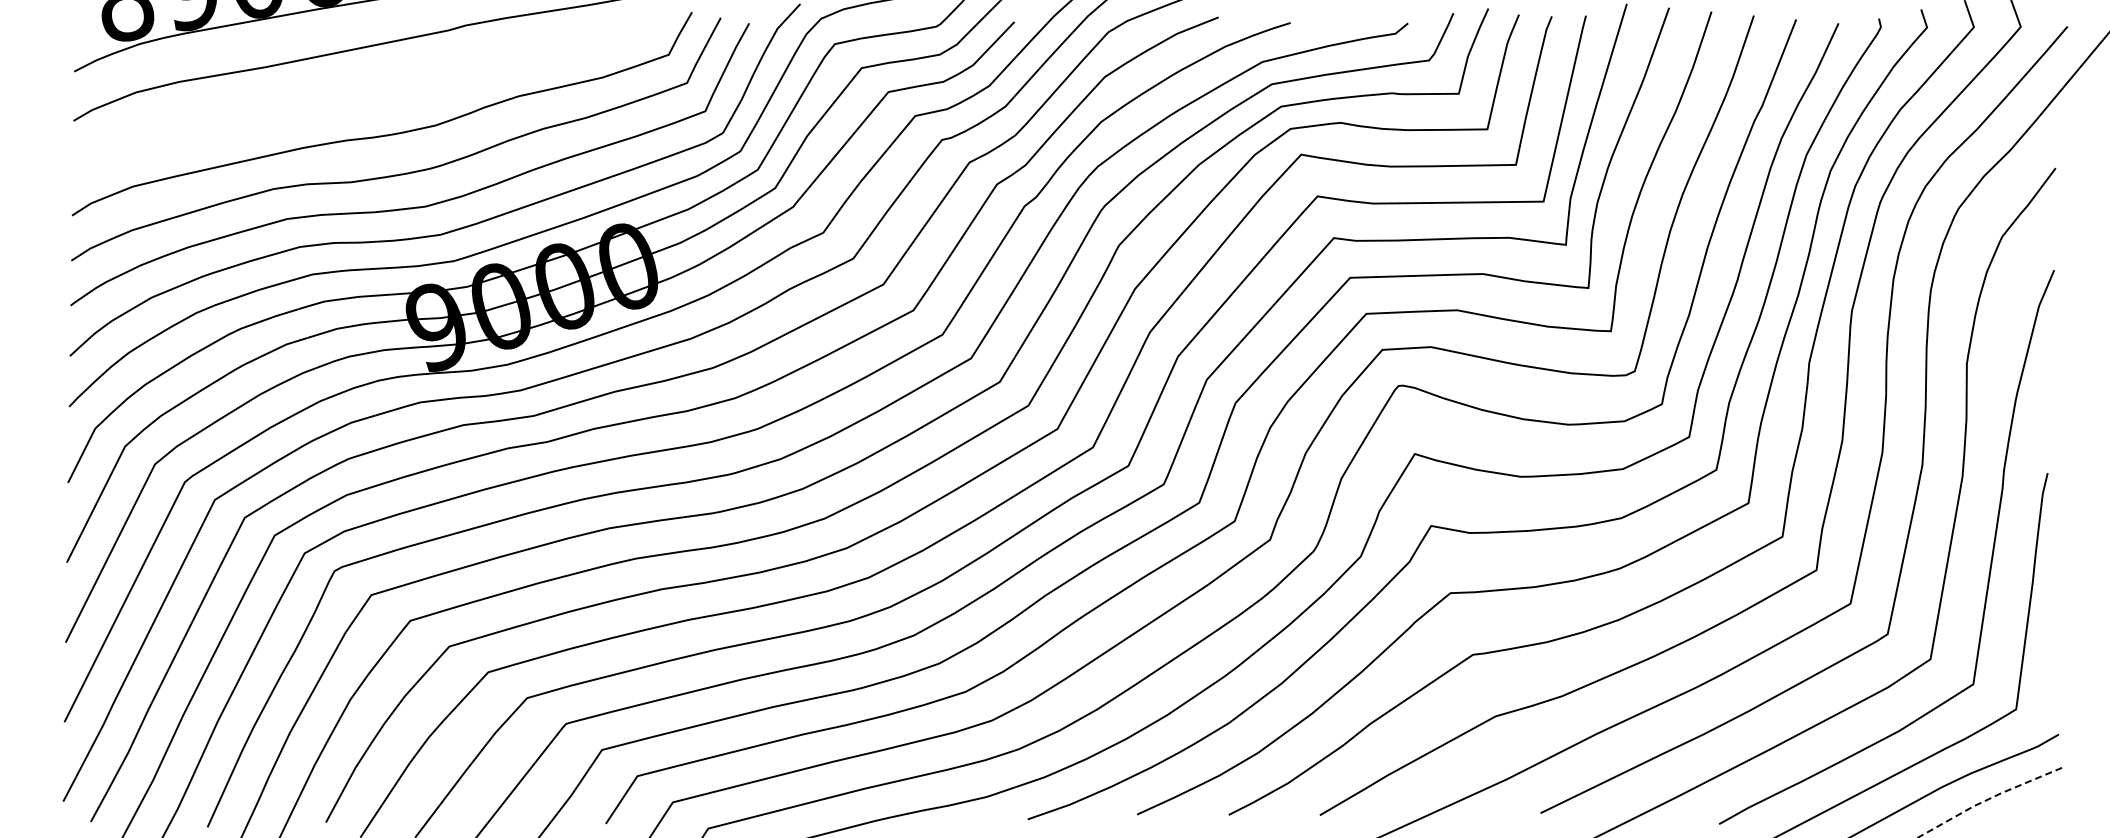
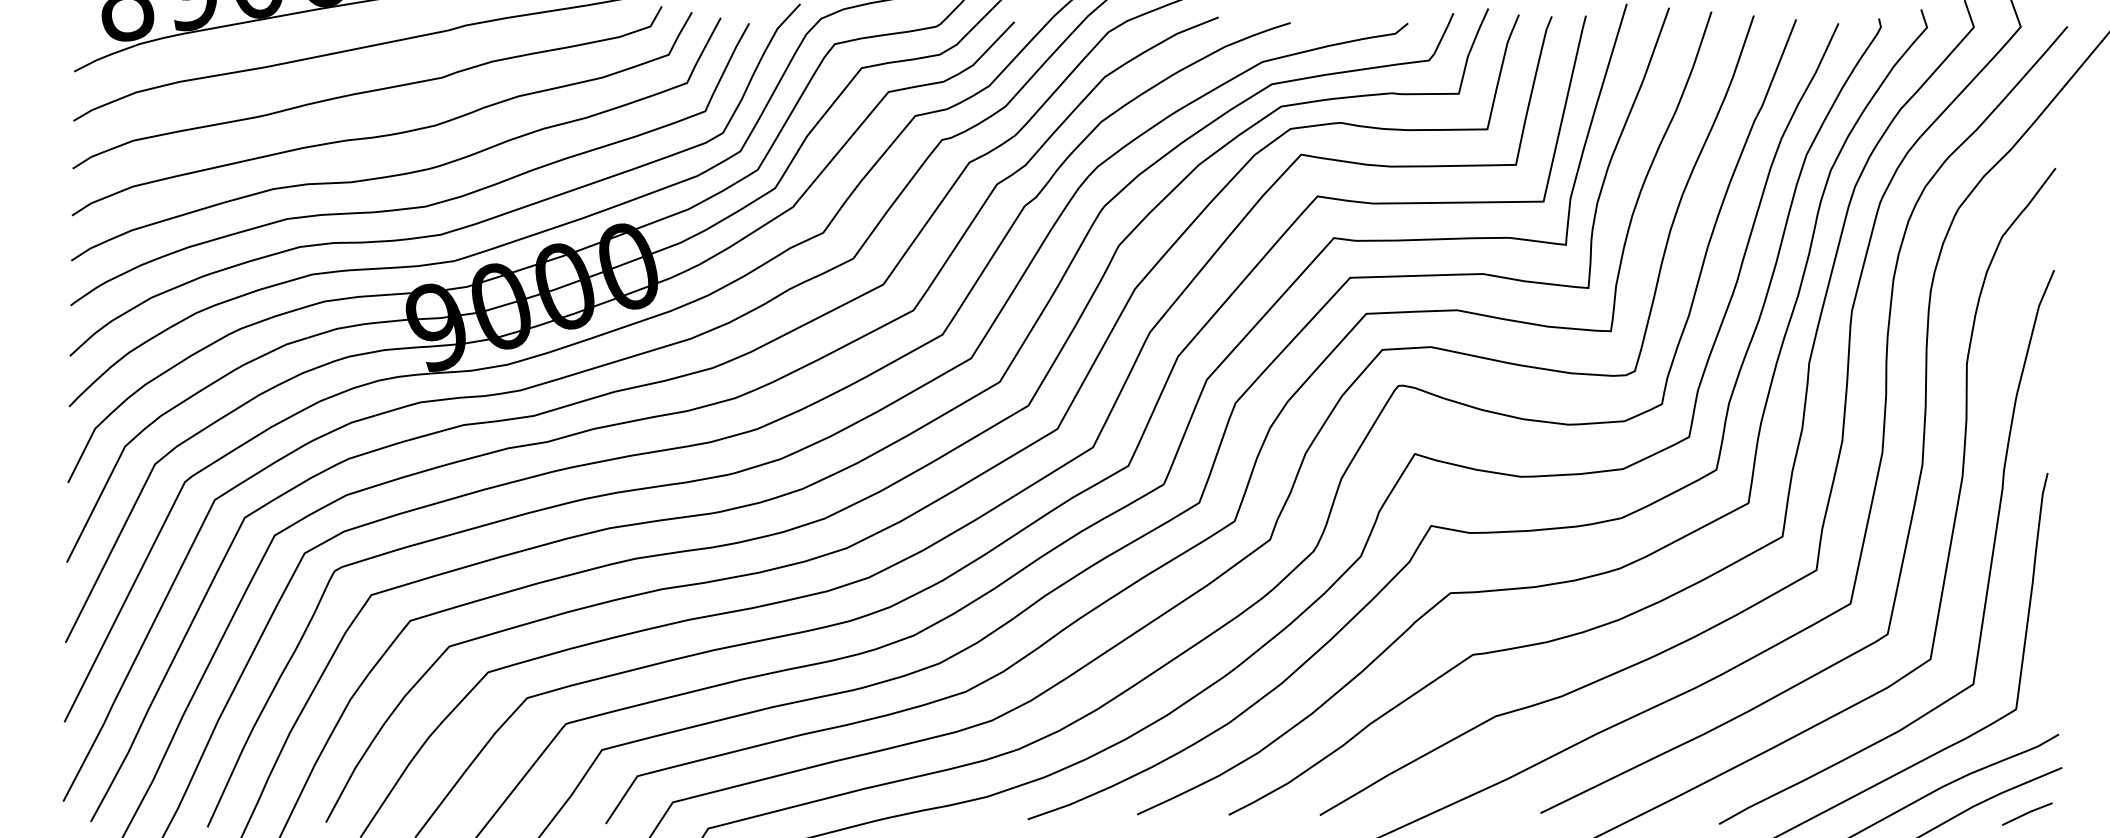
curve at (367, 90): none -> present
line at (1989, 799): dashed -> solid
line at (2027, 813): none -> present
